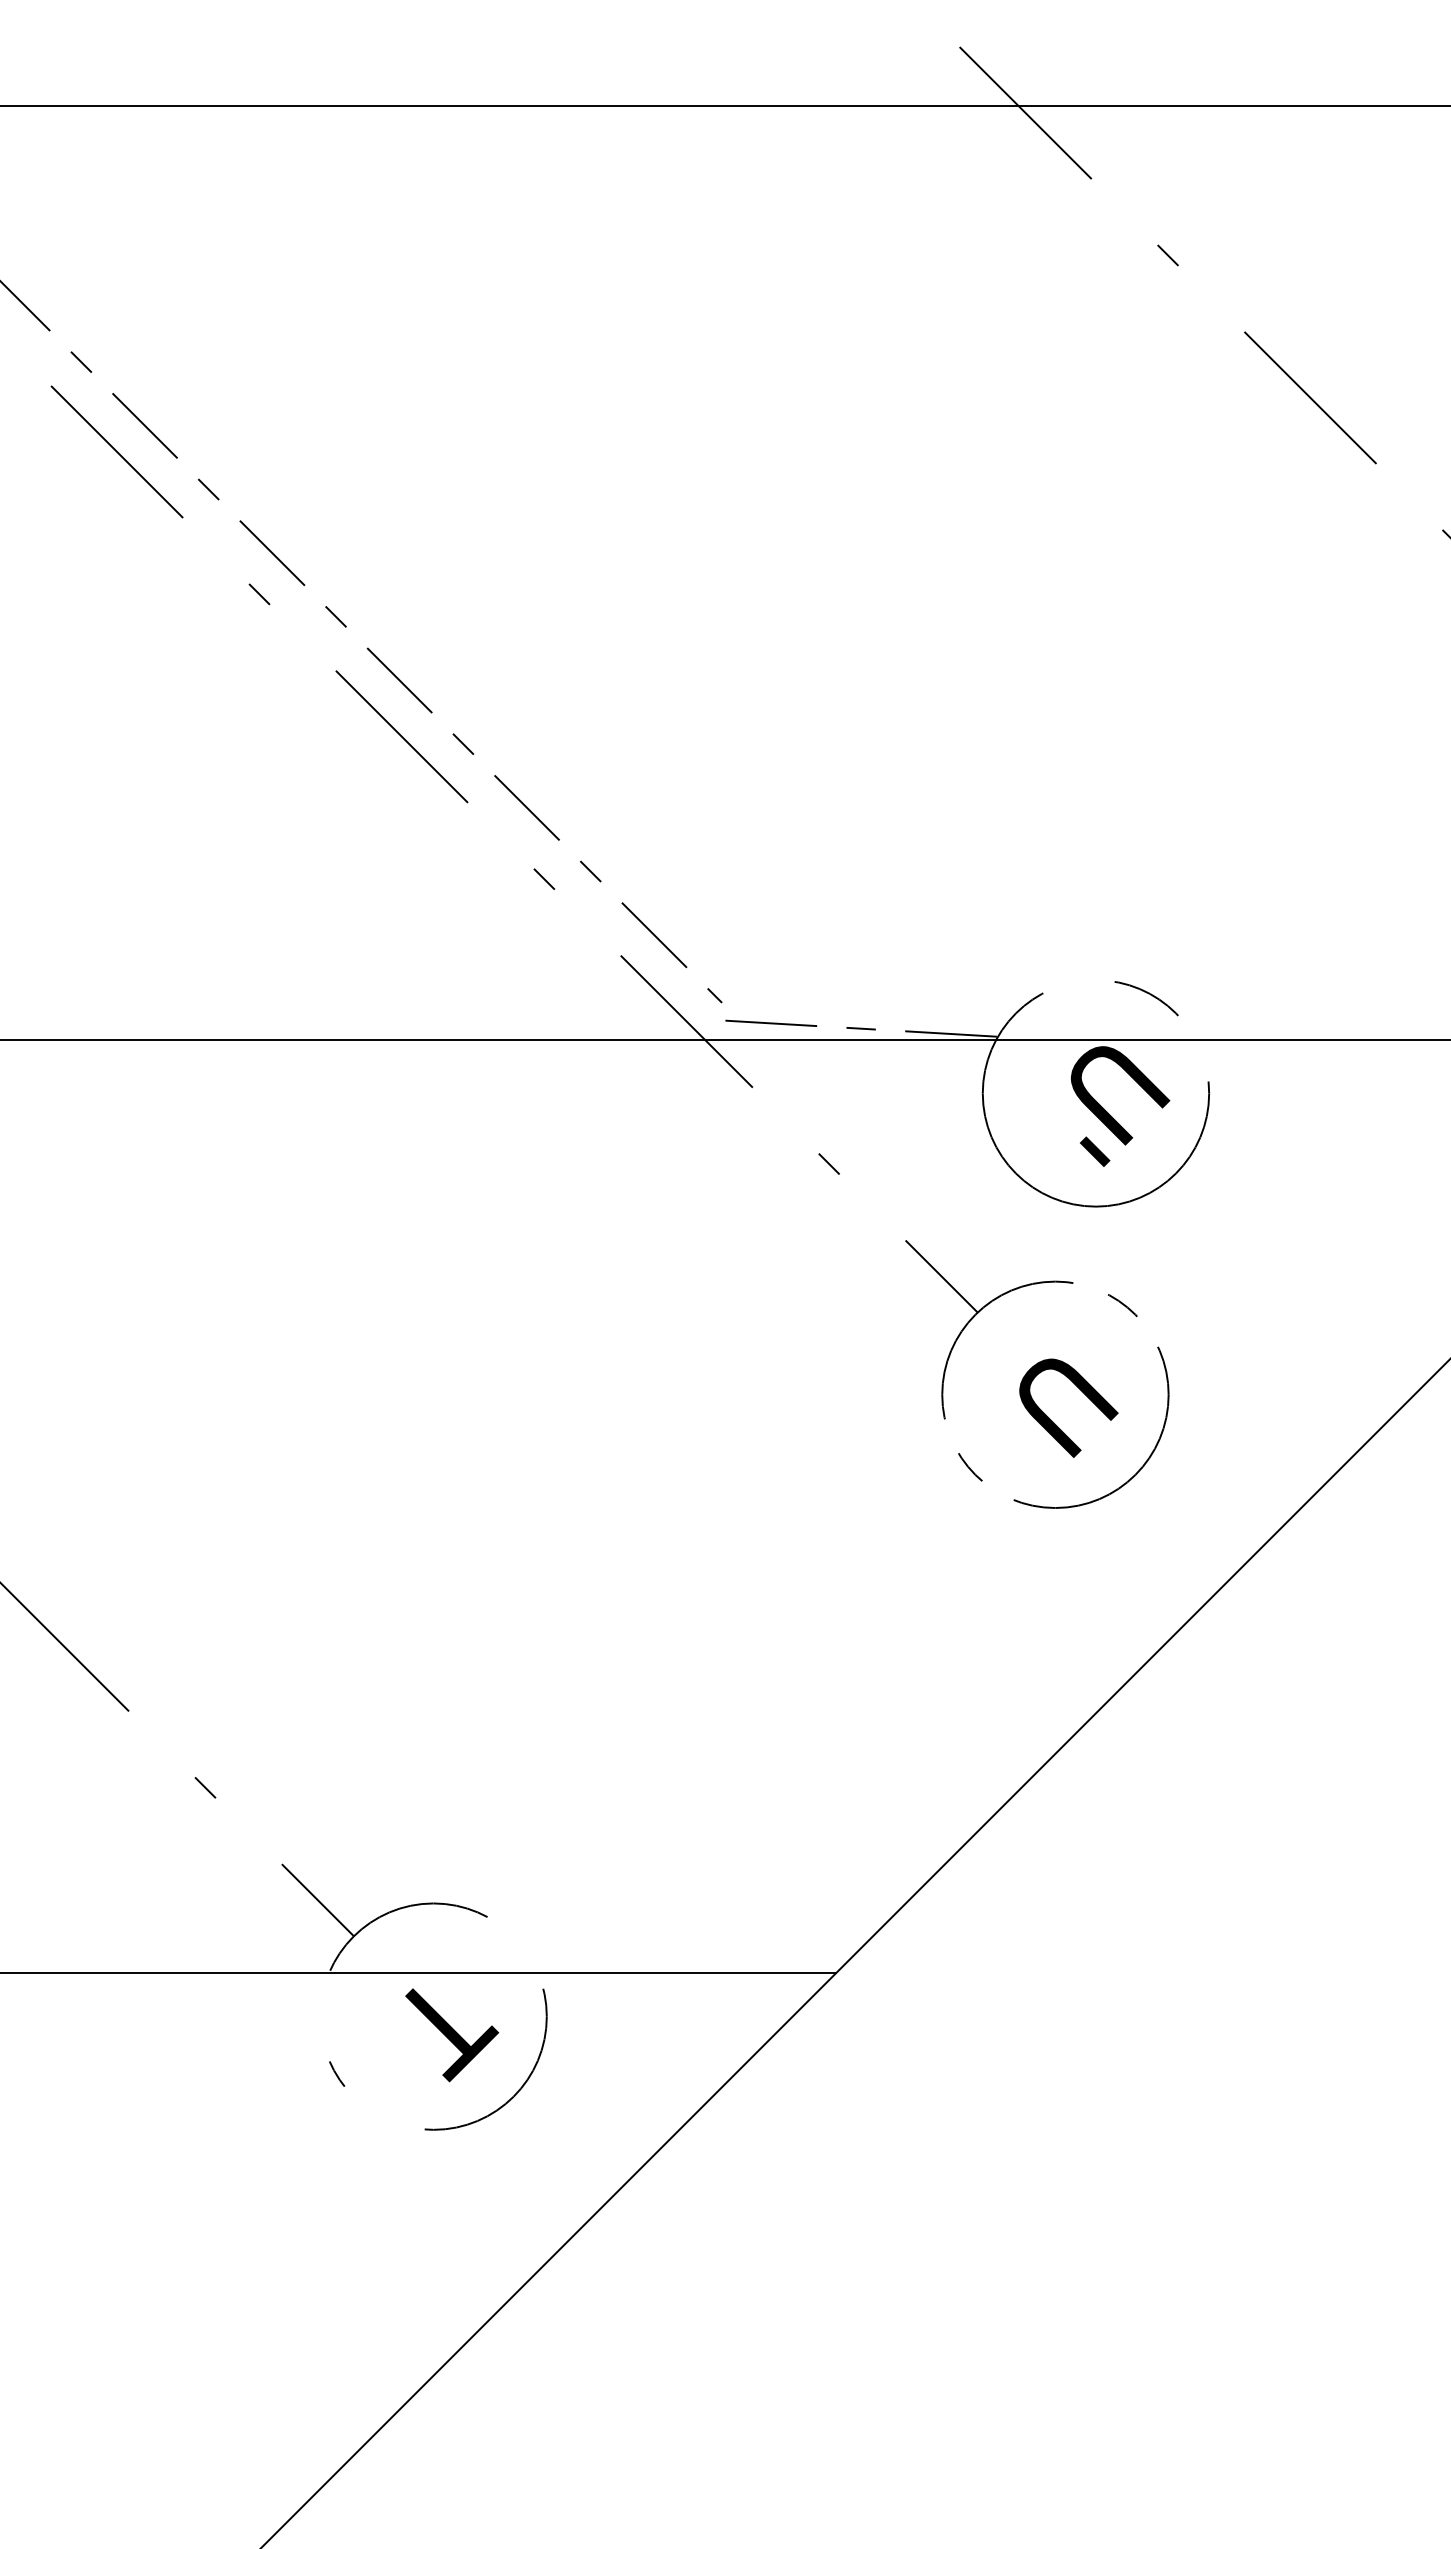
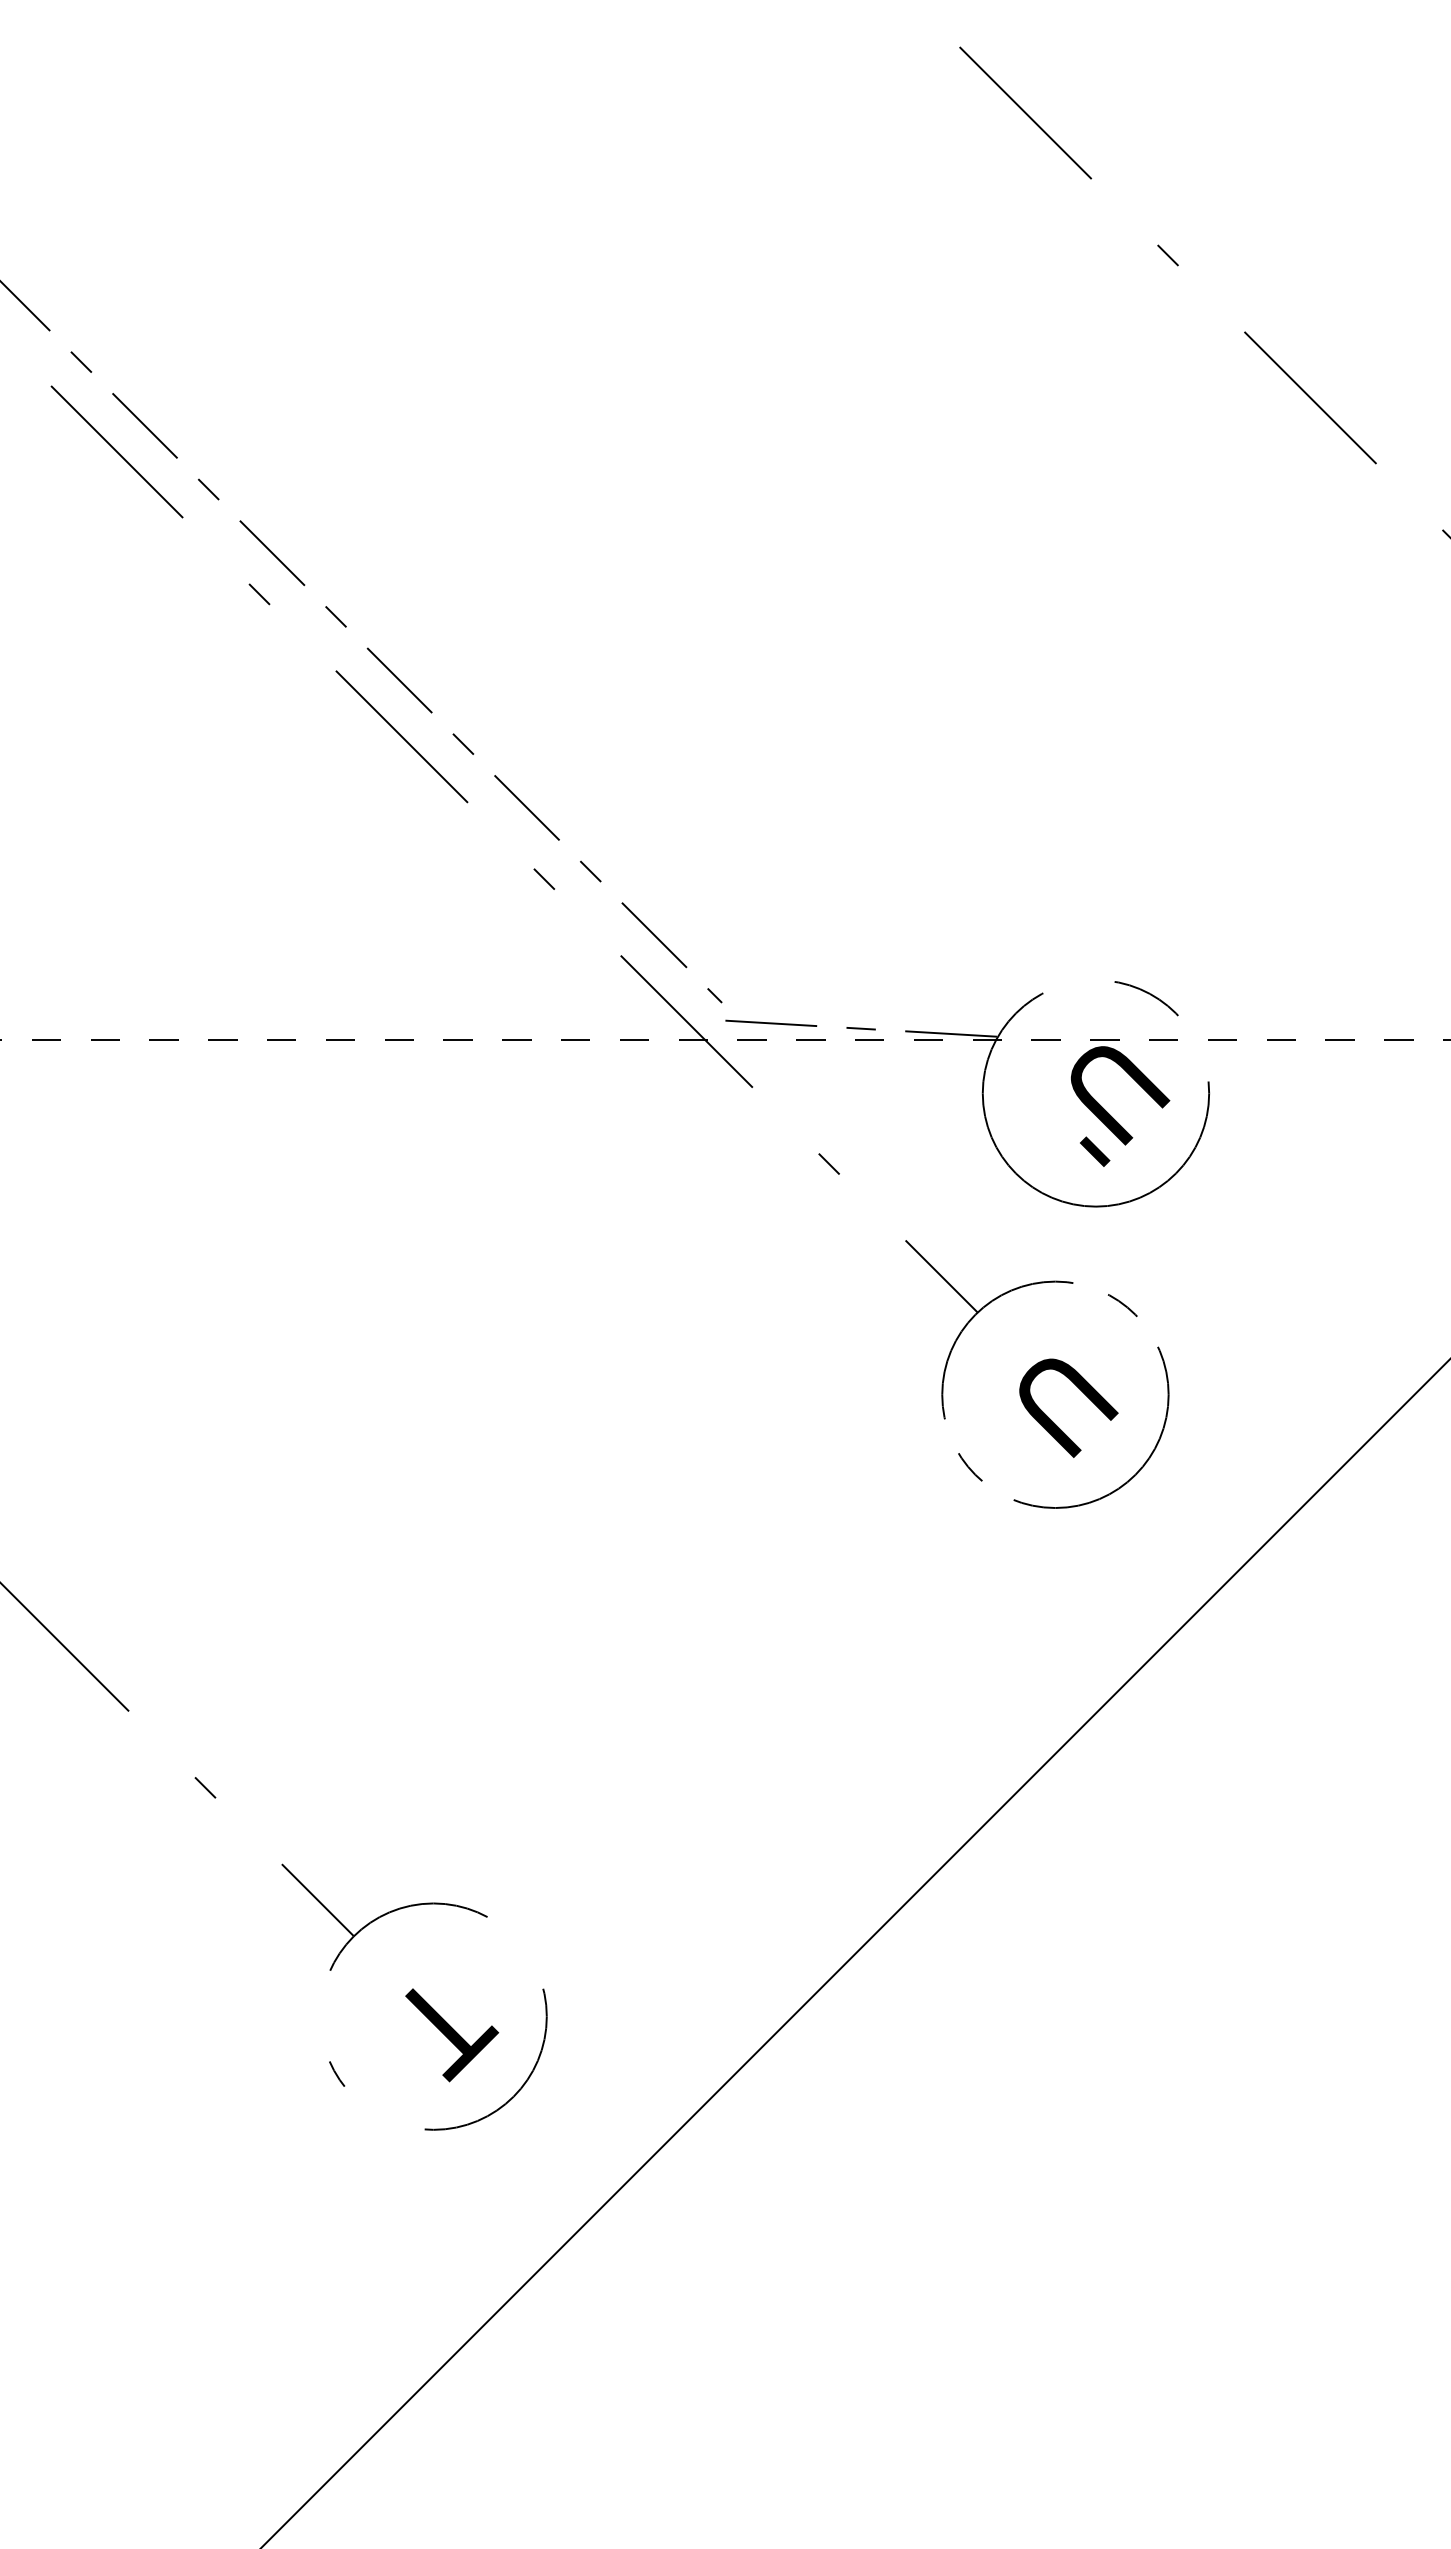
line at (724, 106): present -> none
line at (725, 1039): solid -> dashed
line at (419, 1973): present -> none
